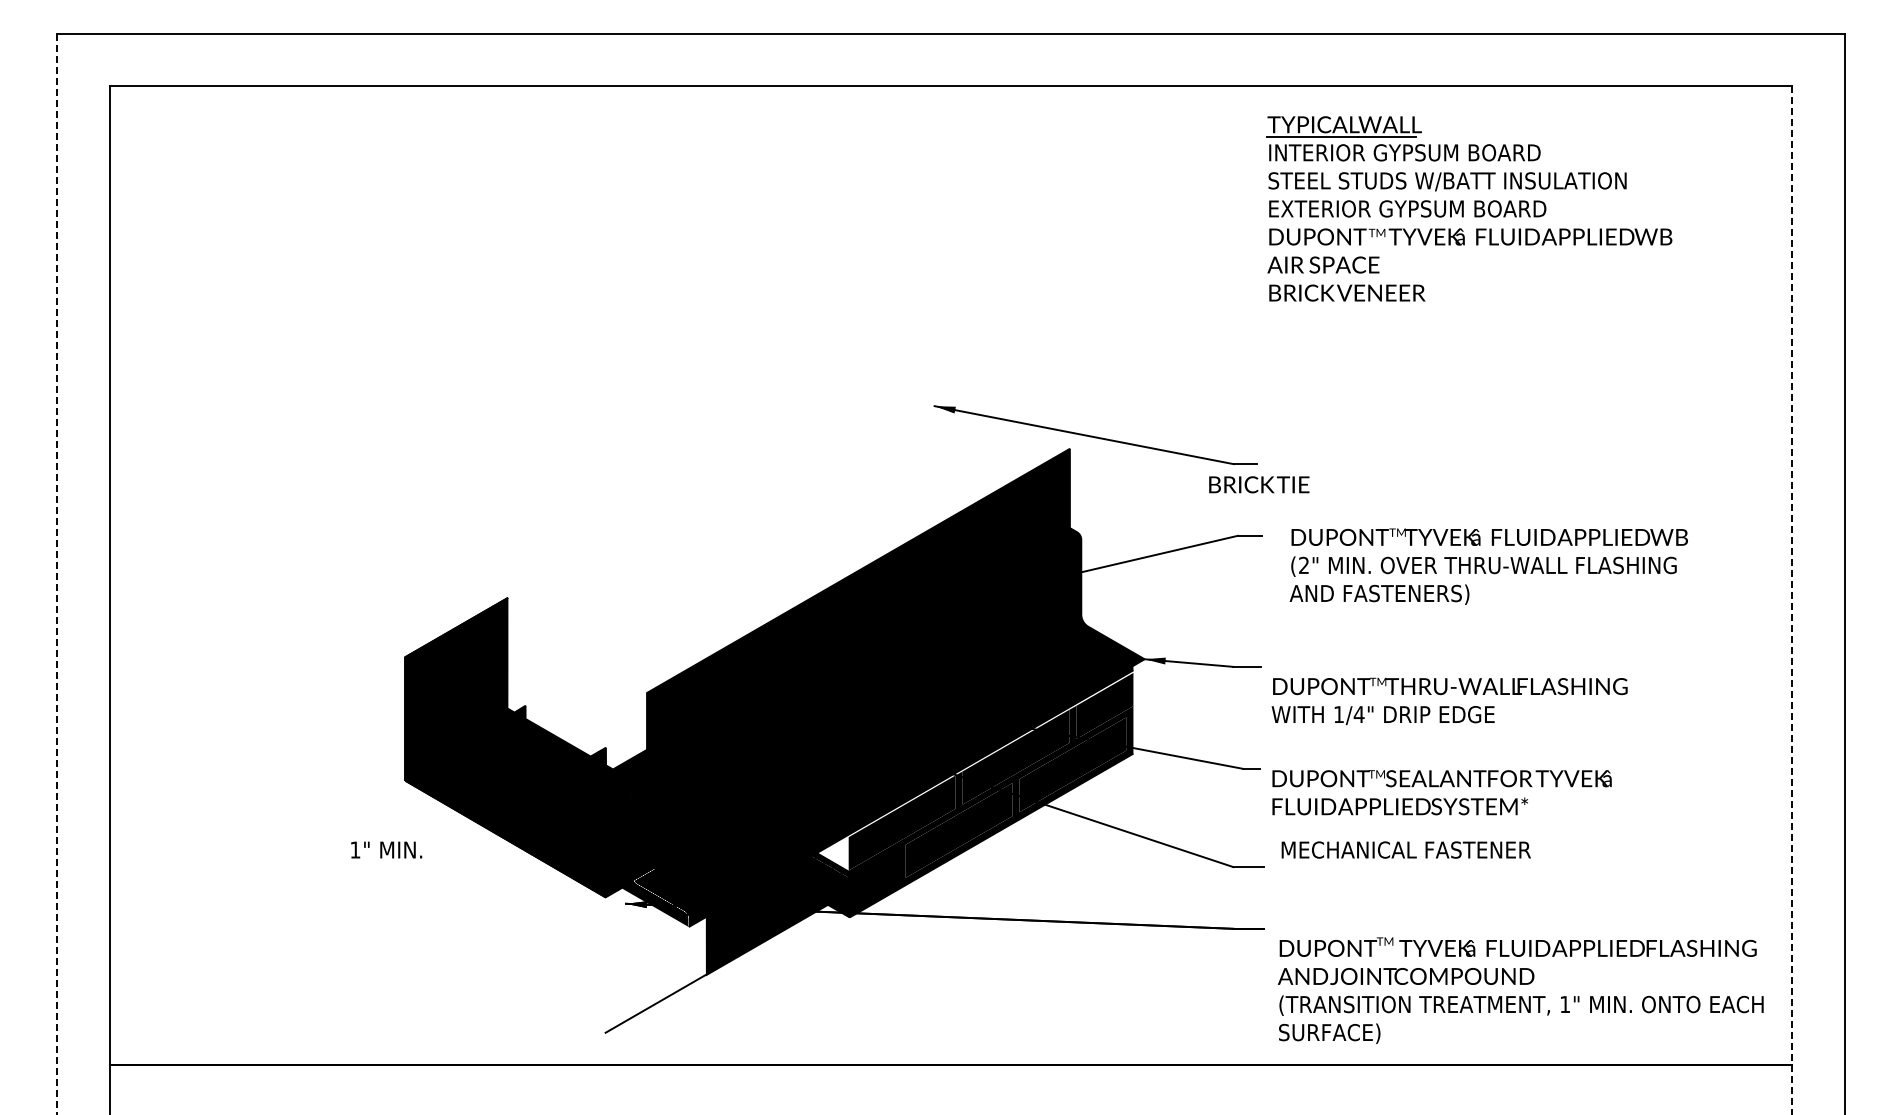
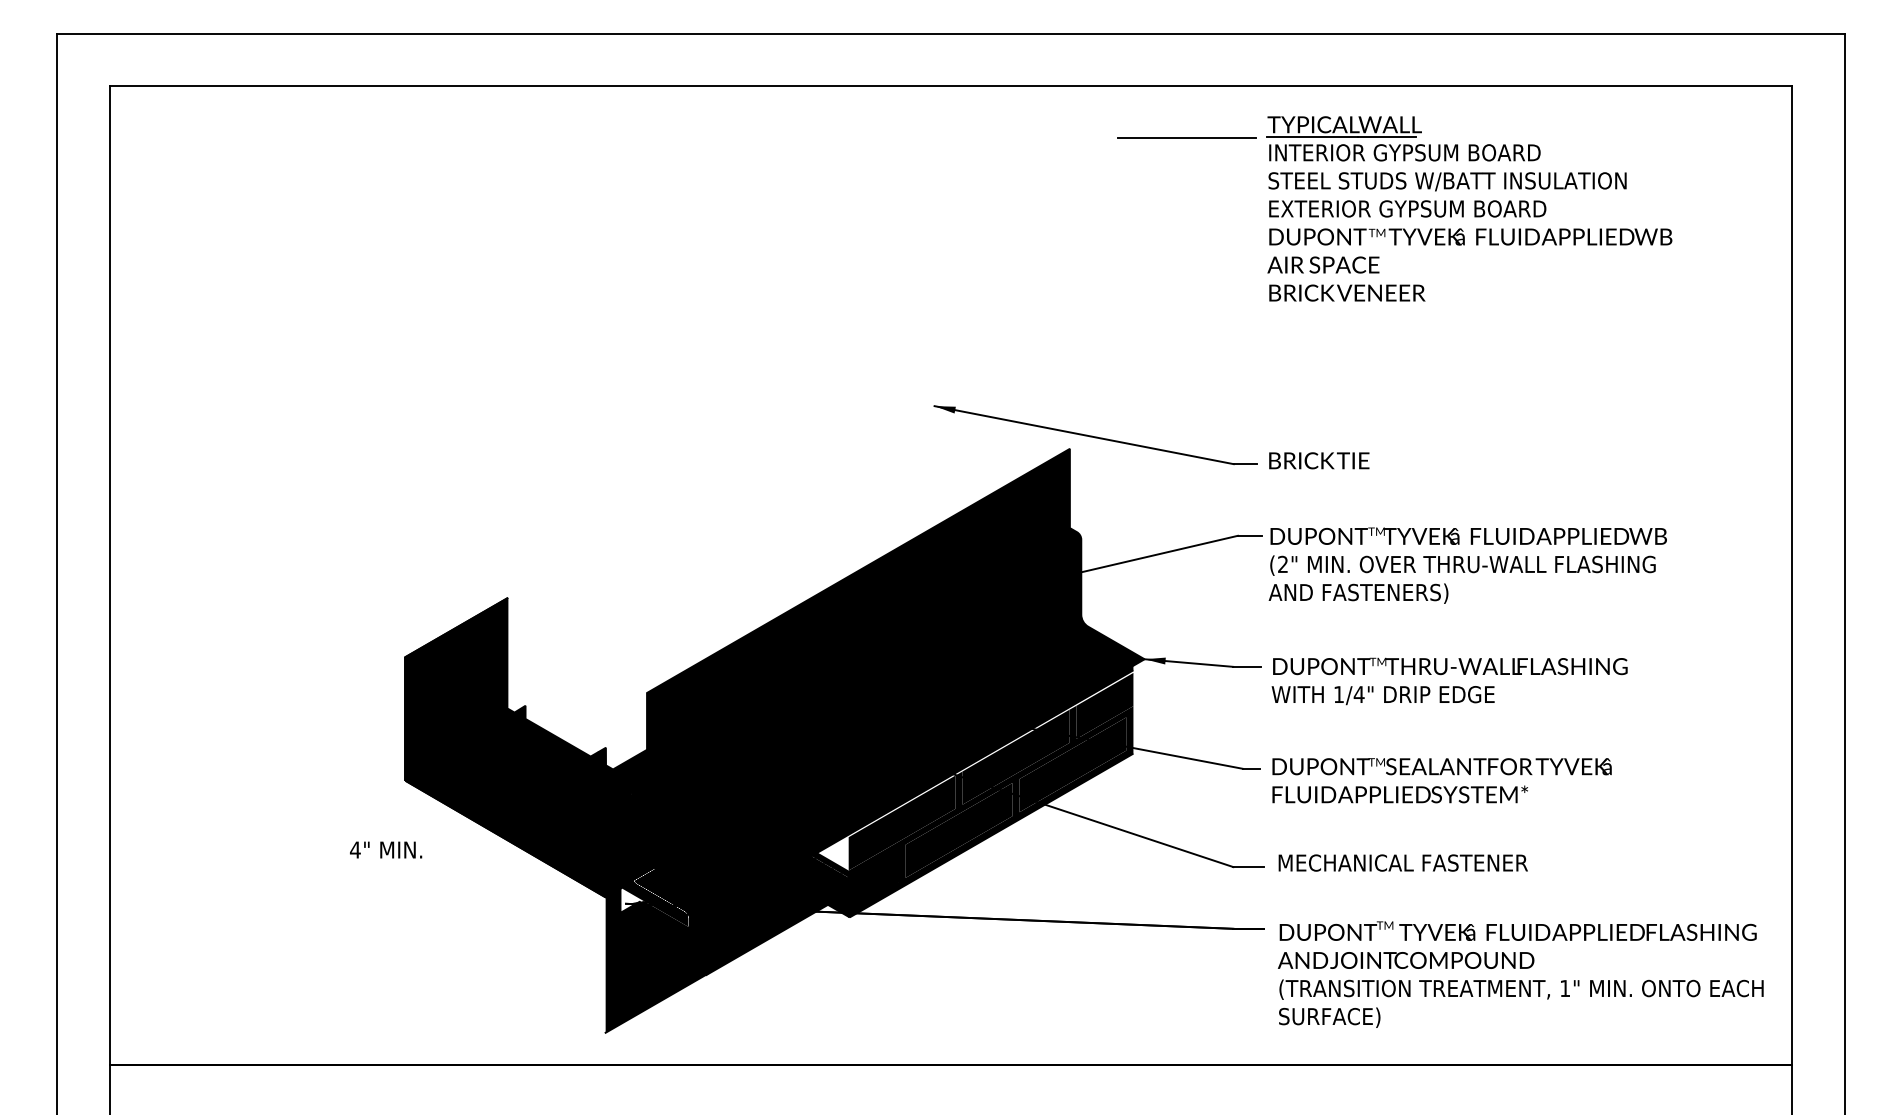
line at (1186, 137): none -> present
text at (1259, 484) position: (1259, 484) -> (1319, 460)
text at (1488, 566) position: (1488, 566) -> (1467, 565)
line at (57, 574): dashed -> solid
line at (1792, 601): dashed -> solid
text at (1449, 701) position: (1449, 701) -> (1449, 681)
text at (1441, 792) position: (1441, 792) -> (1441, 780)
text at (355, 849): 1" -> 4"
text at (1405, 849) position: (1405, 849) -> (1402, 862)
fill at (656, 960): none -> present
text at (1520, 990) position: (1520, 990) -> (1520, 974)
